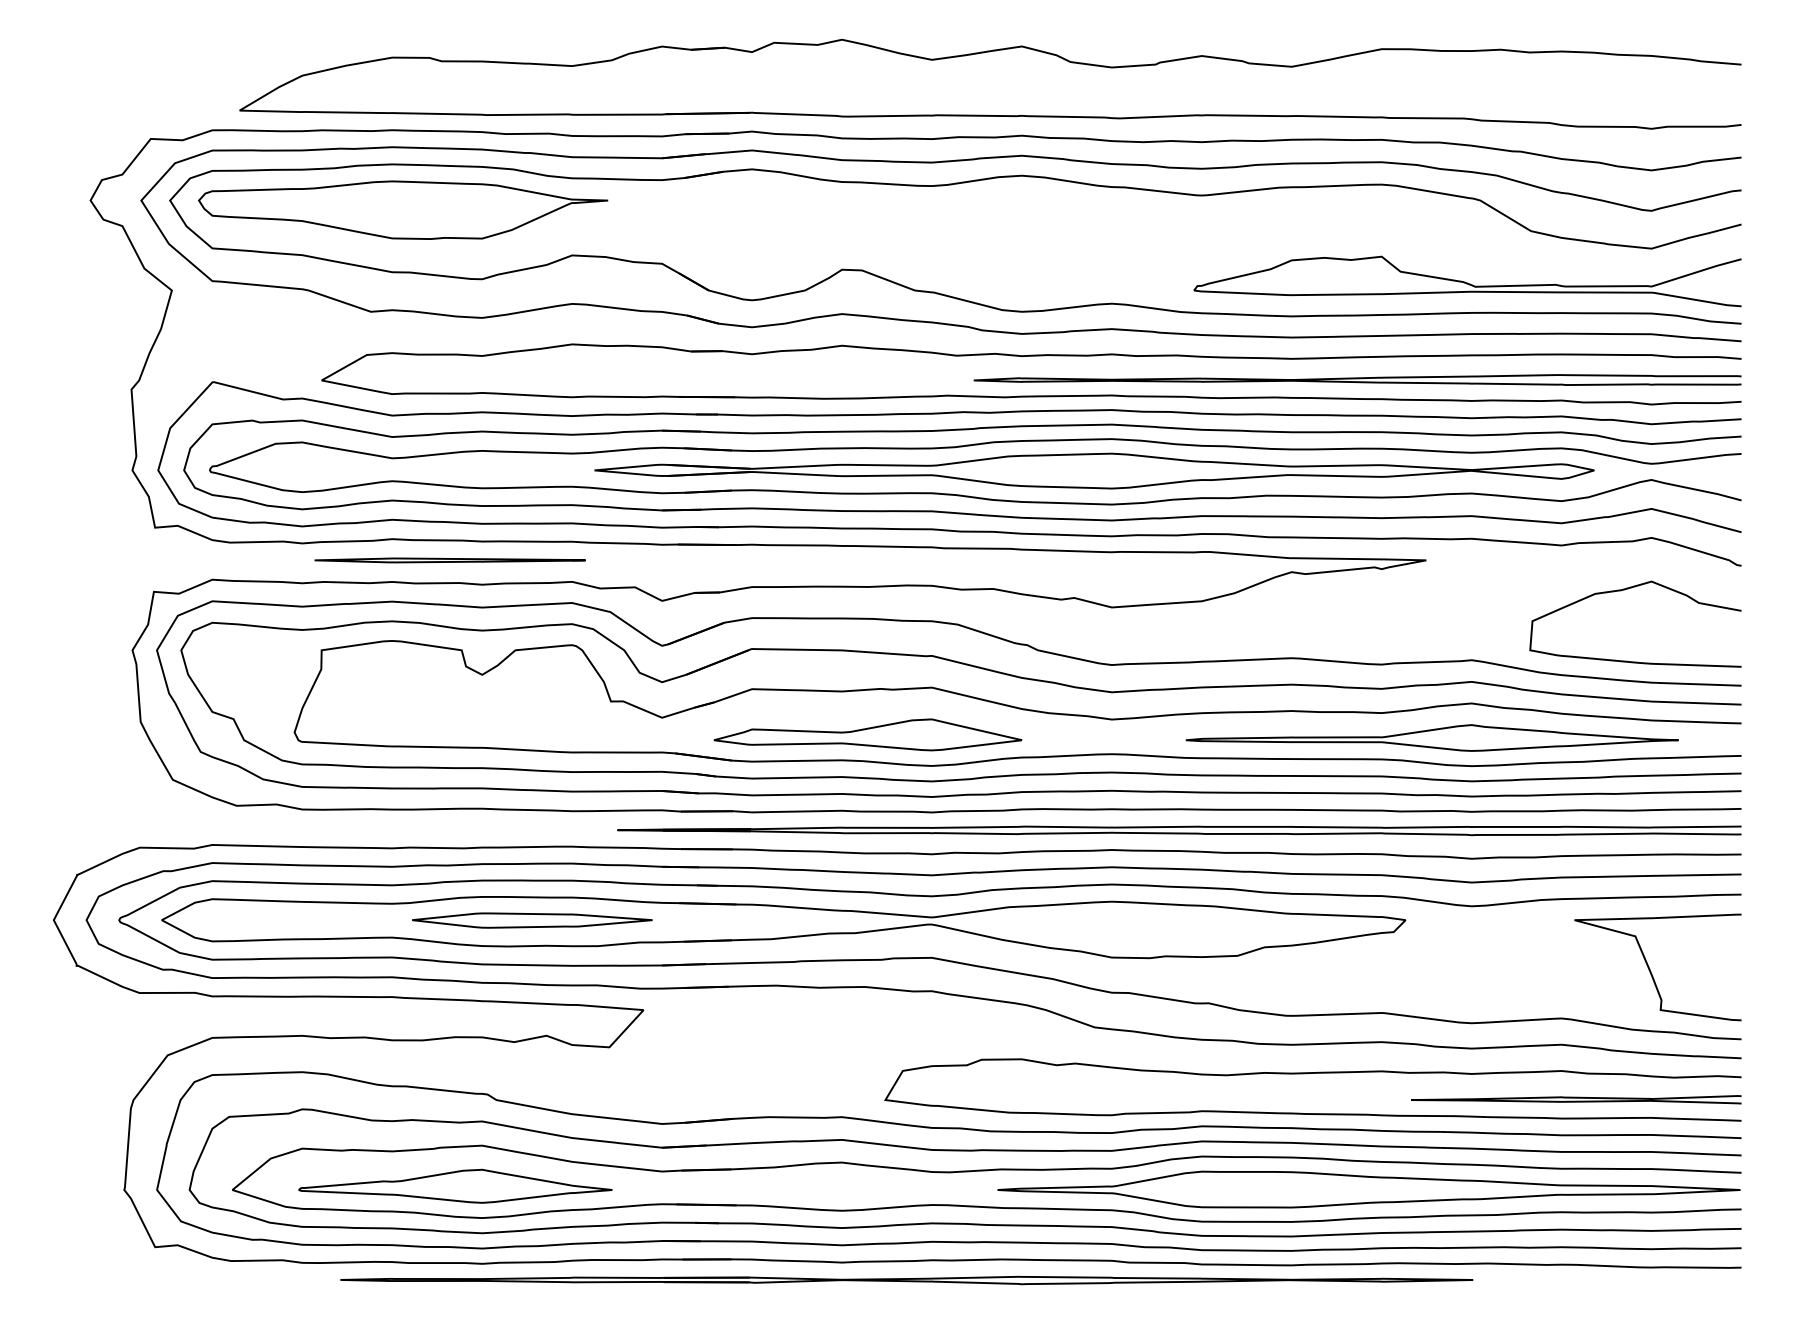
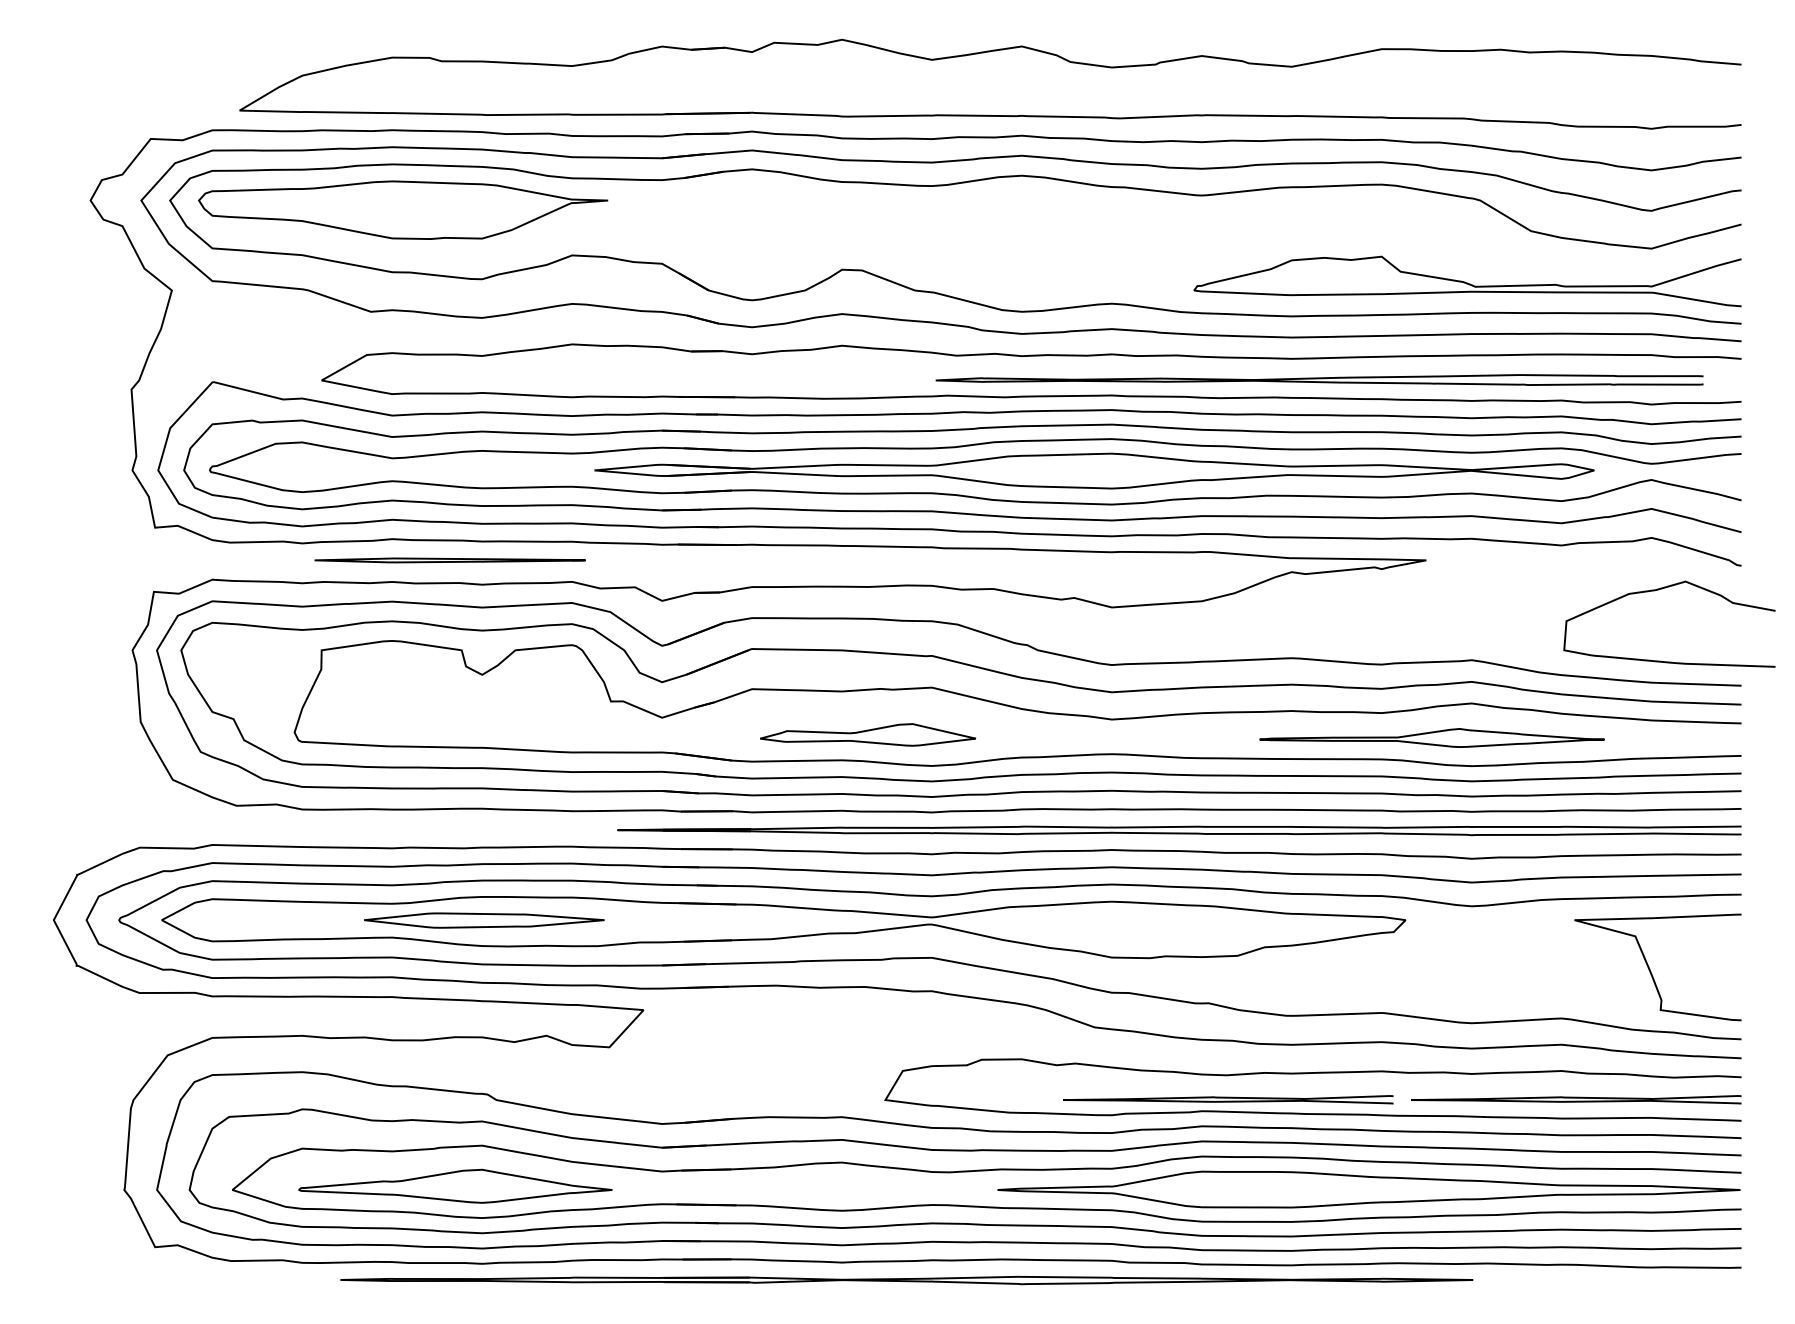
curve at (1357, 379) position: (1357, 379) -> (1319, 379)
curve at (1628, 589) position: (1628, 589) -> (1662, 589)
part at (867, 734) size: 310x34 px -> 216x24 px
part at (1431, 737) size: 494x28 px -> 346x20 px
part at (532, 920) position: (532, 920) -> (484, 920)
curve at (1228, 1098): none -> present
